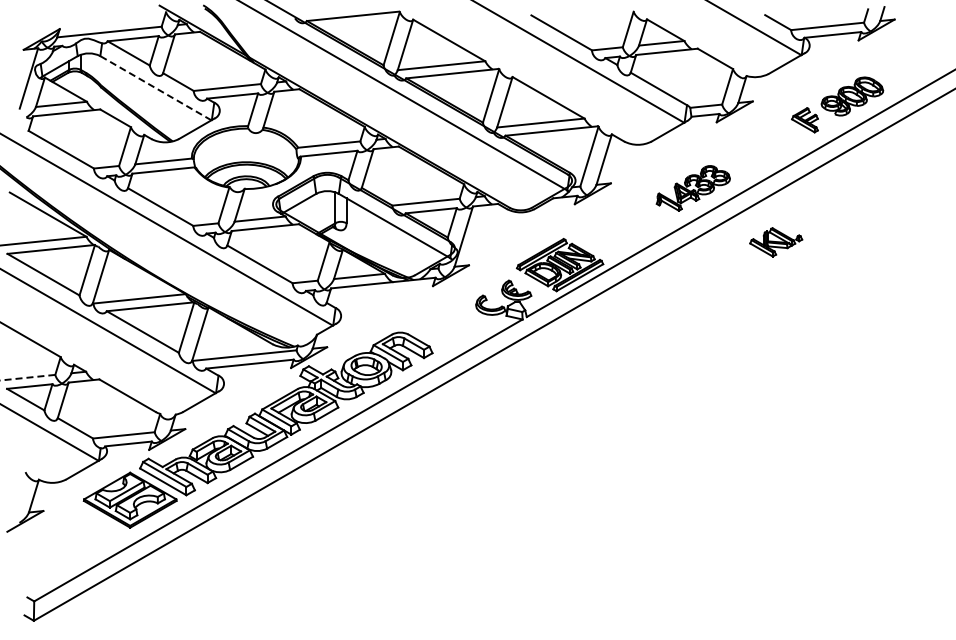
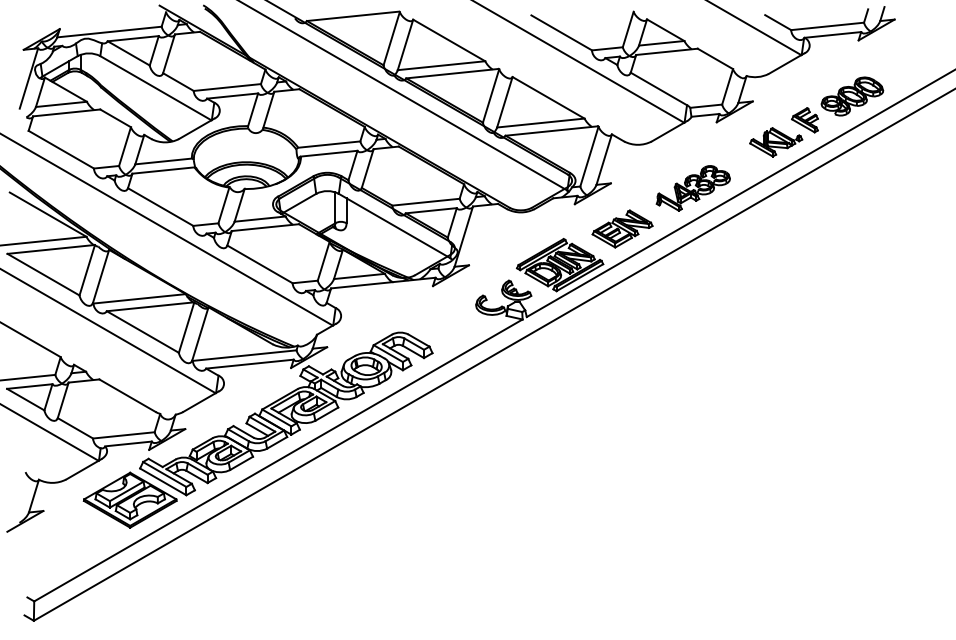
line at (155, 87): dashed -> solid
part at (622, 228): none -> present
part at (776, 242) position: (776, 242) -> (776, 142)
line at (27, 377): dashed -> solid
